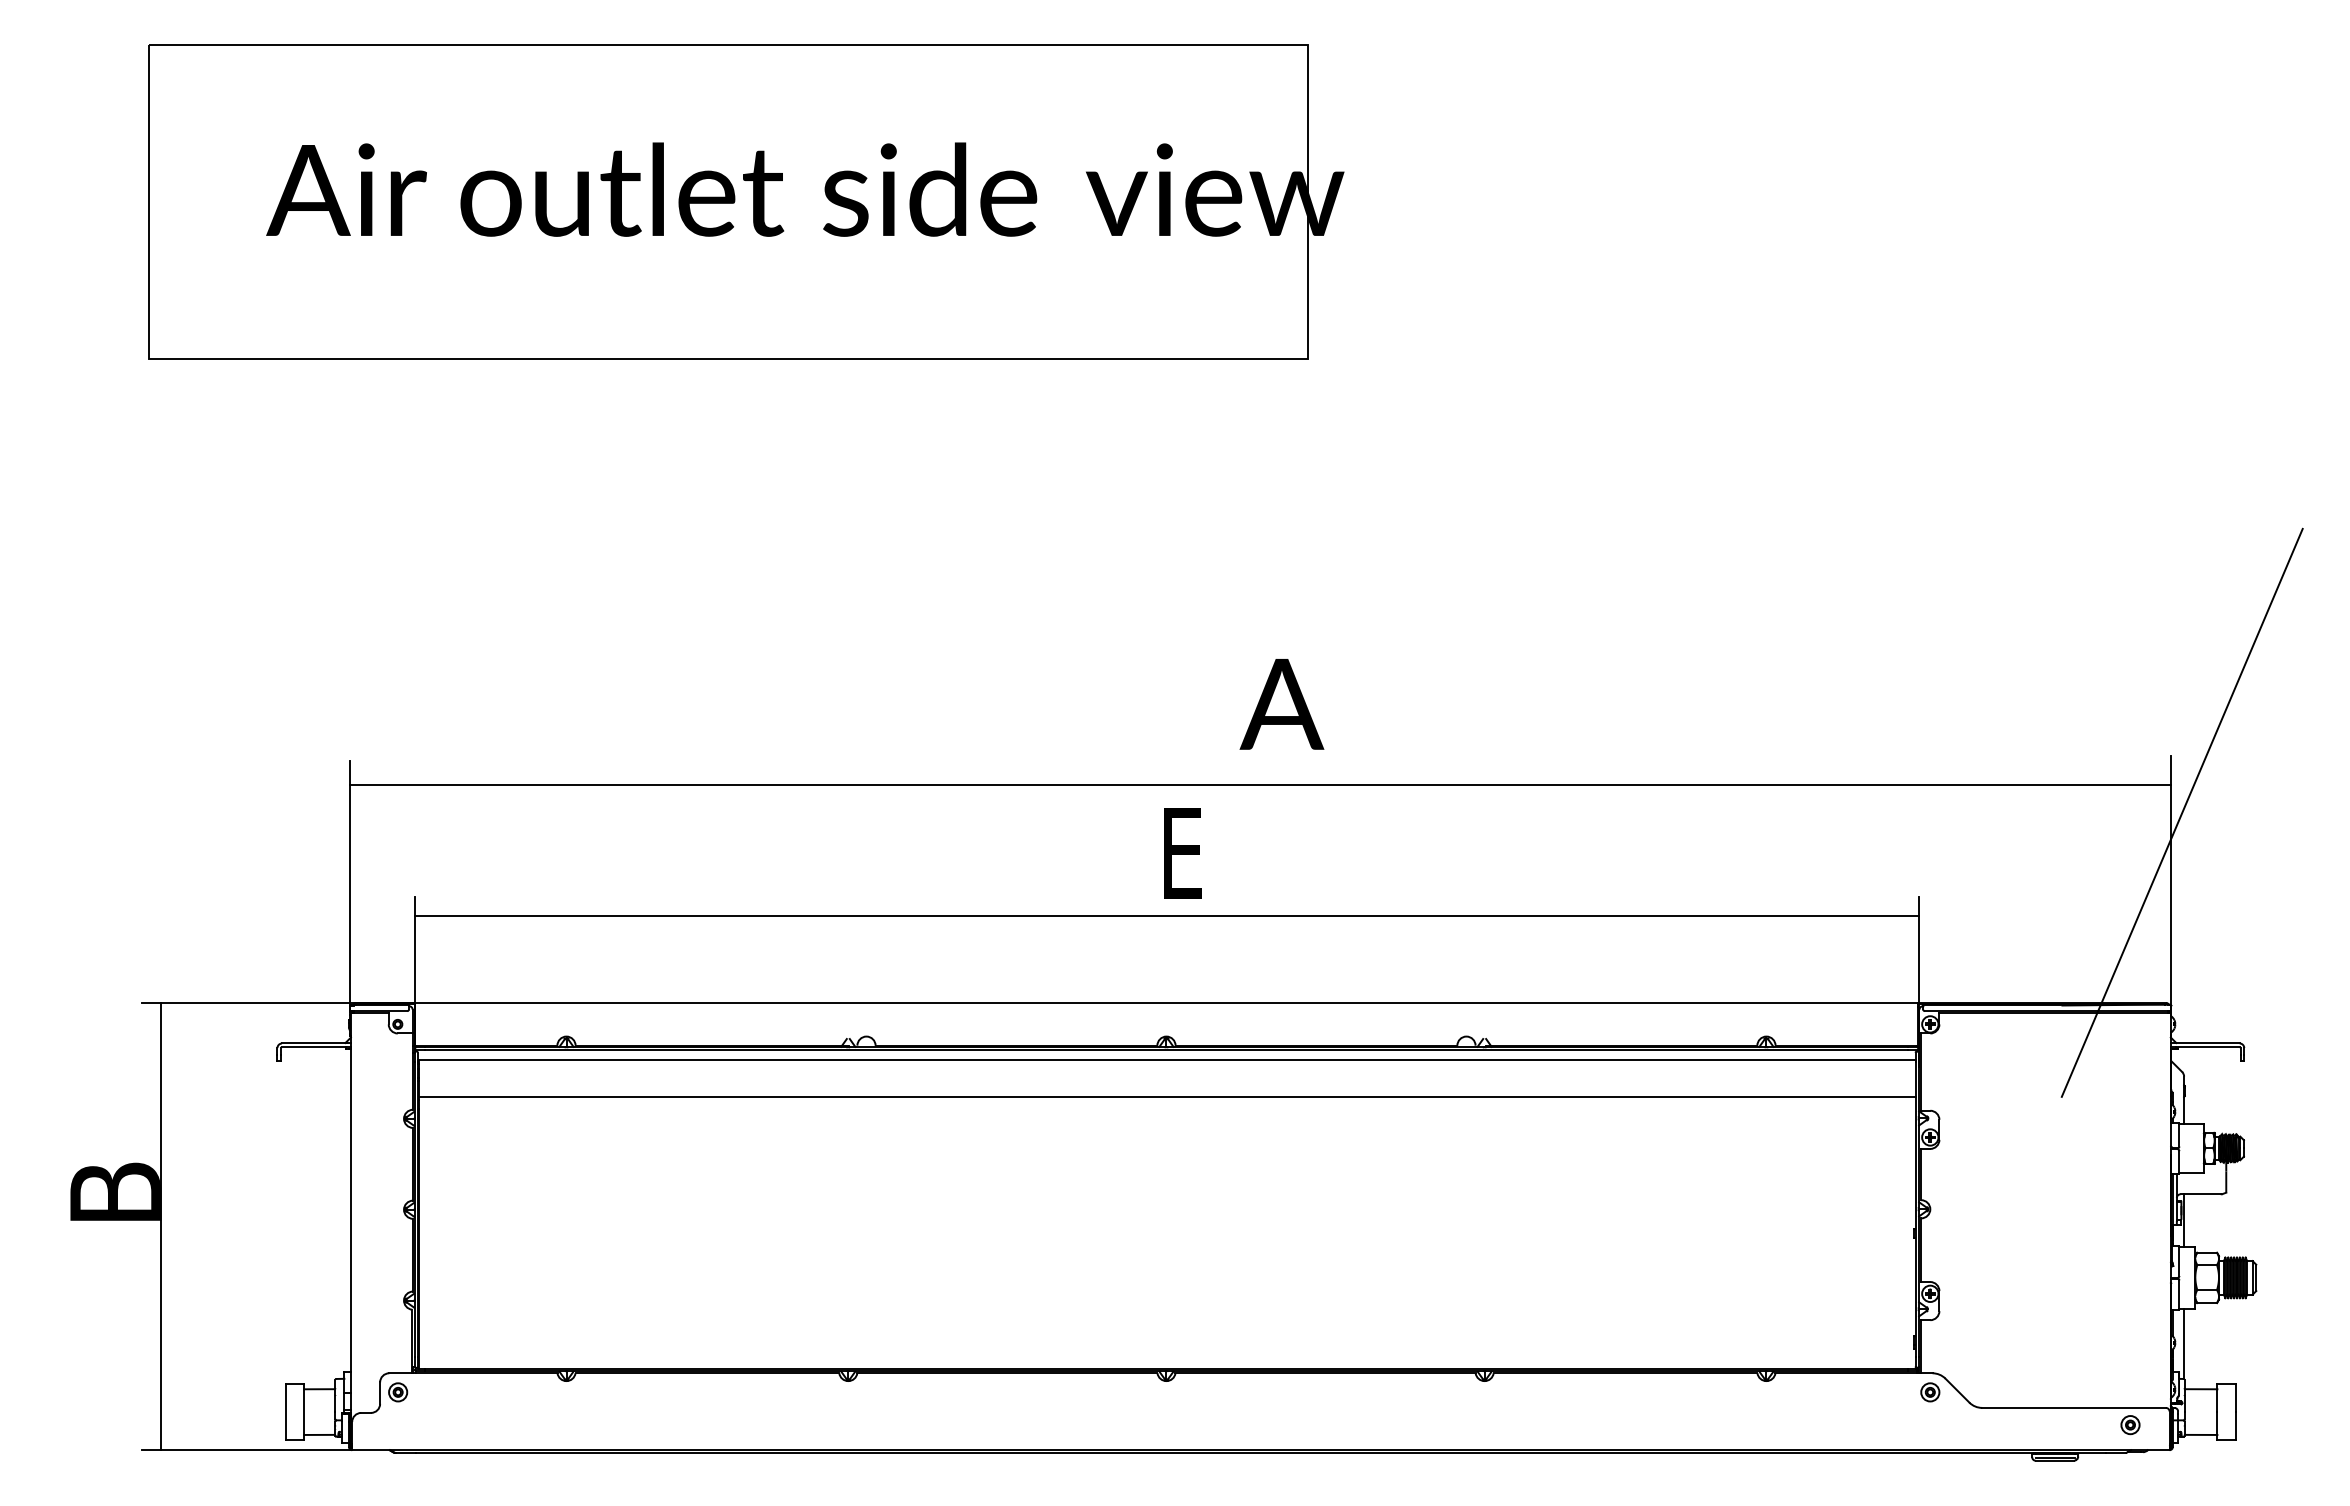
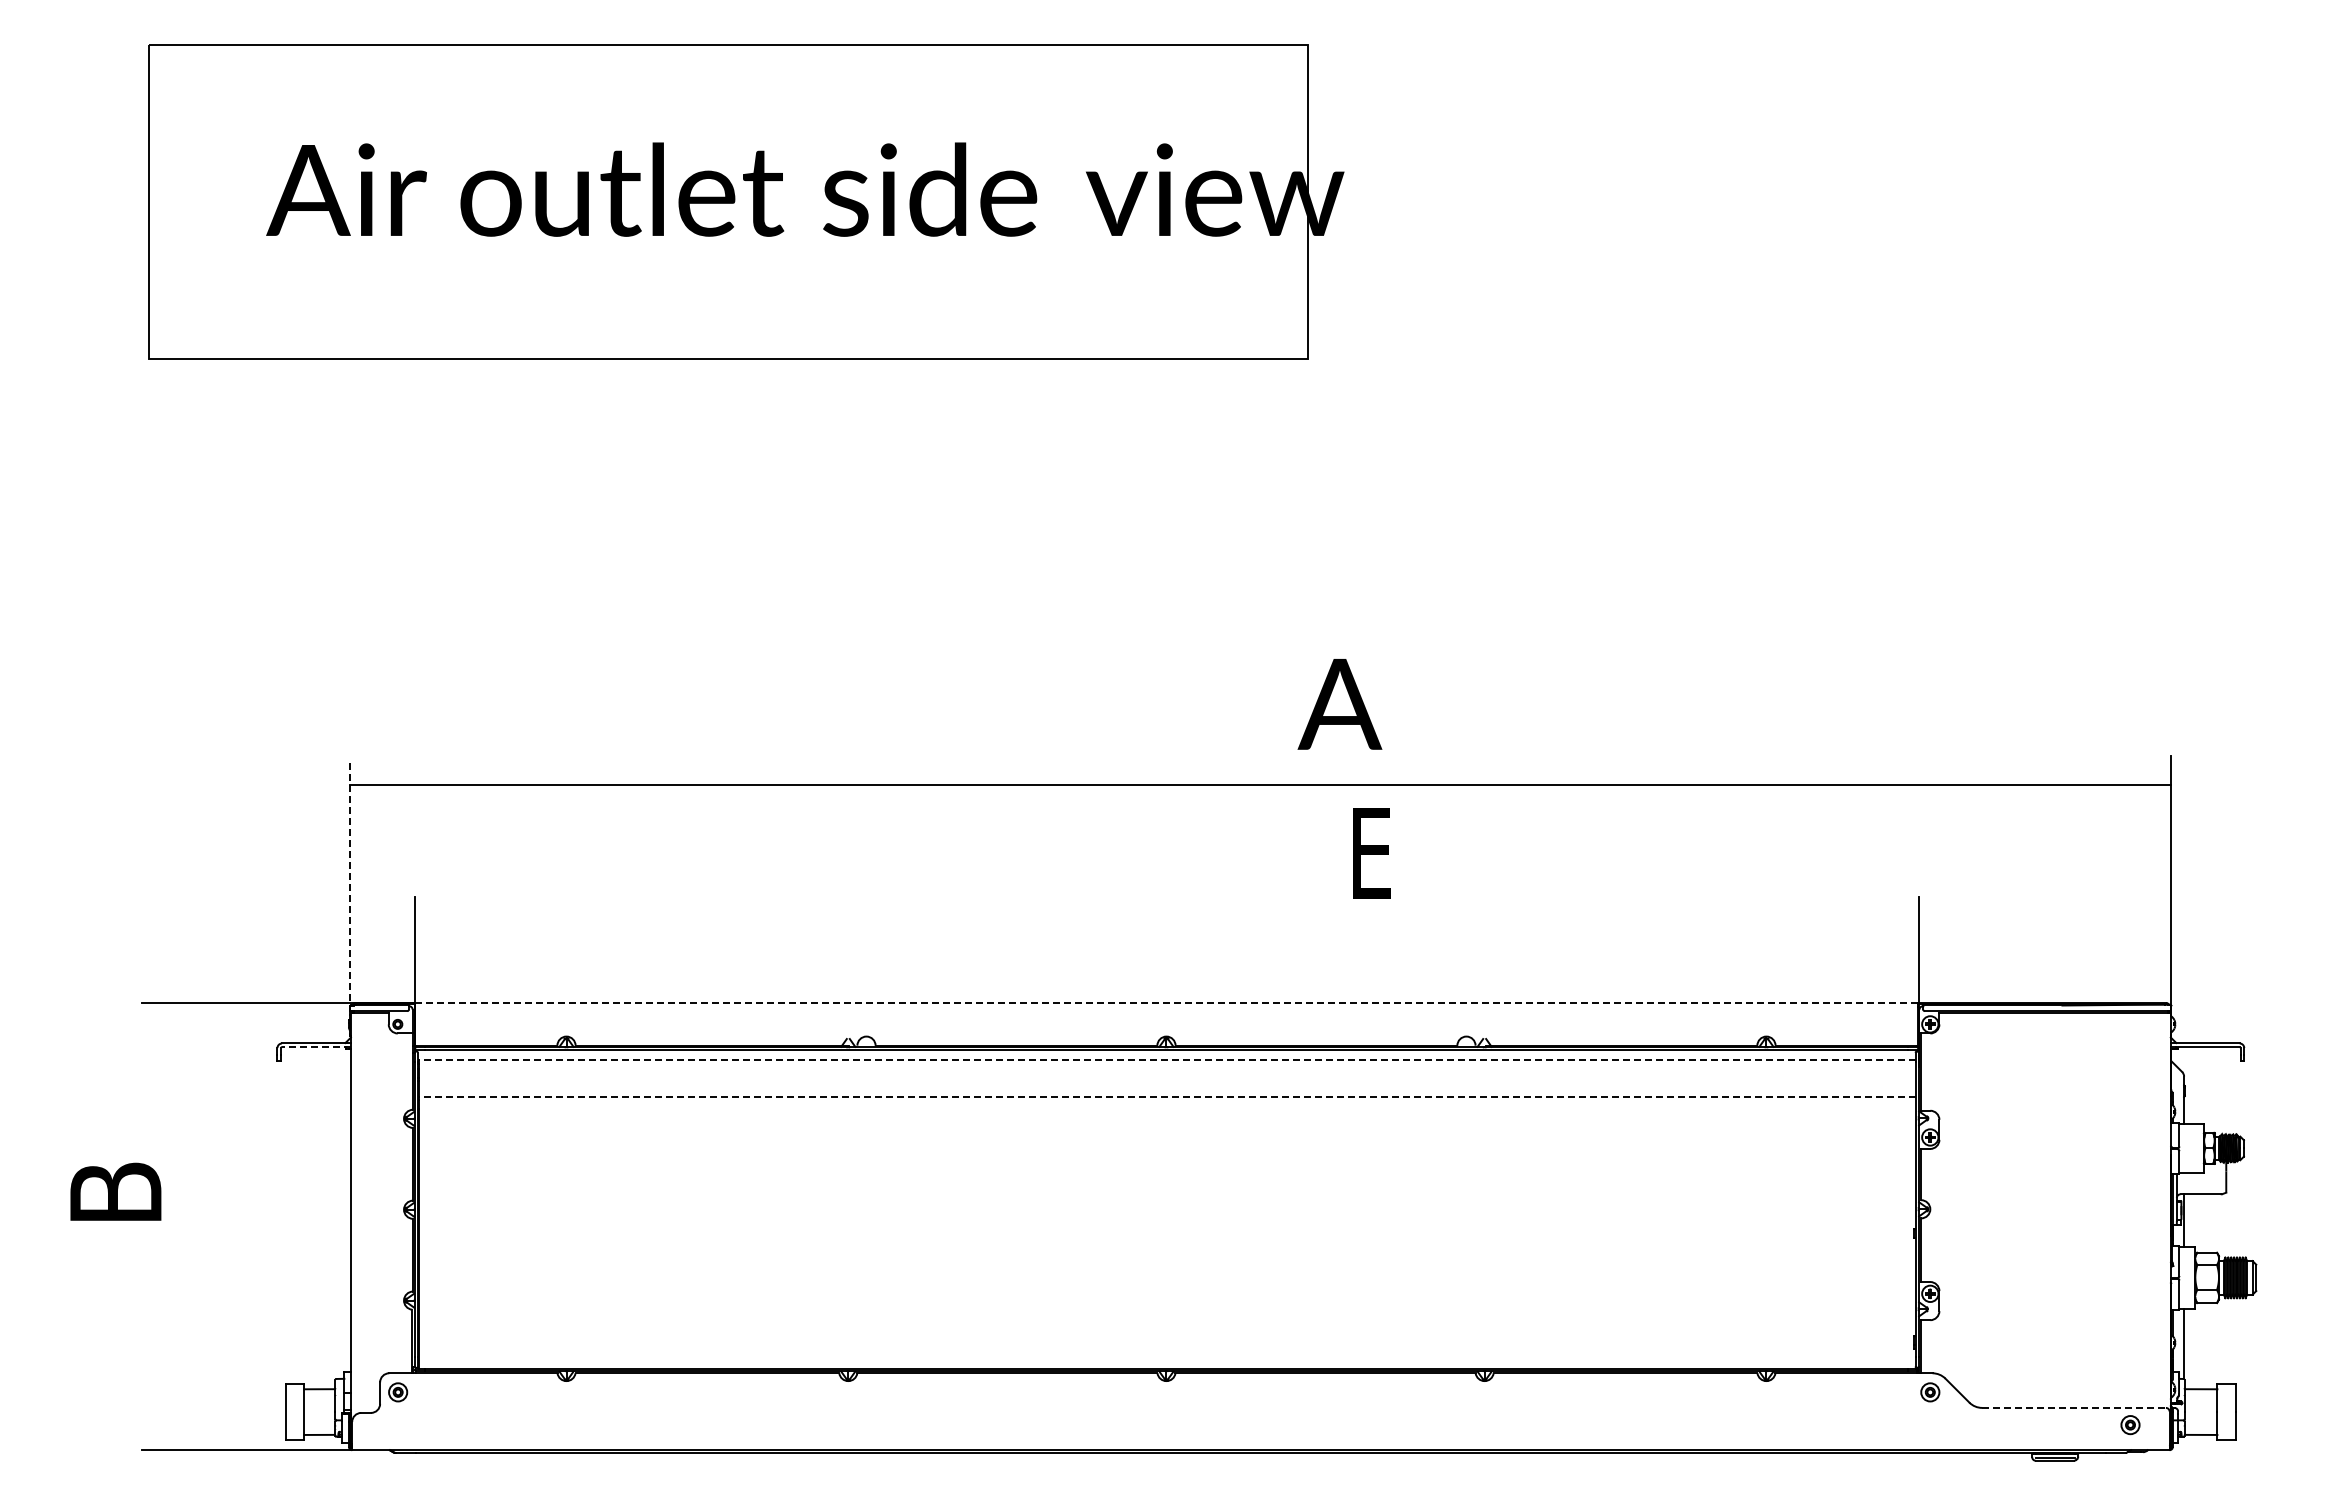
text at (1281, 704) position: (1281, 704) -> (1339, 704)
line at (2181, 812): present -> none
text at (1182, 853) position: (1182, 853) -> (1371, 853)
line at (350, 886): solid -> dashed
line at (1166, 915): present -> none
line at (1166, 1002): solid -> dashed
line at (315, 1047): solid -> dashed
line at (1166, 1059): solid -> dashed
line at (1166, 1097): solid -> dashed
line at (160, 1226): present -> none
line at (2074, 1407): solid -> dashed
